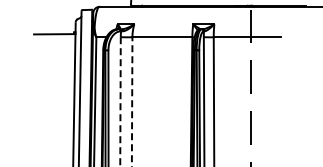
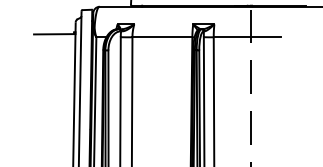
line at (120, 102): dashed -> solid
line at (132, 102): dashed -> solid
